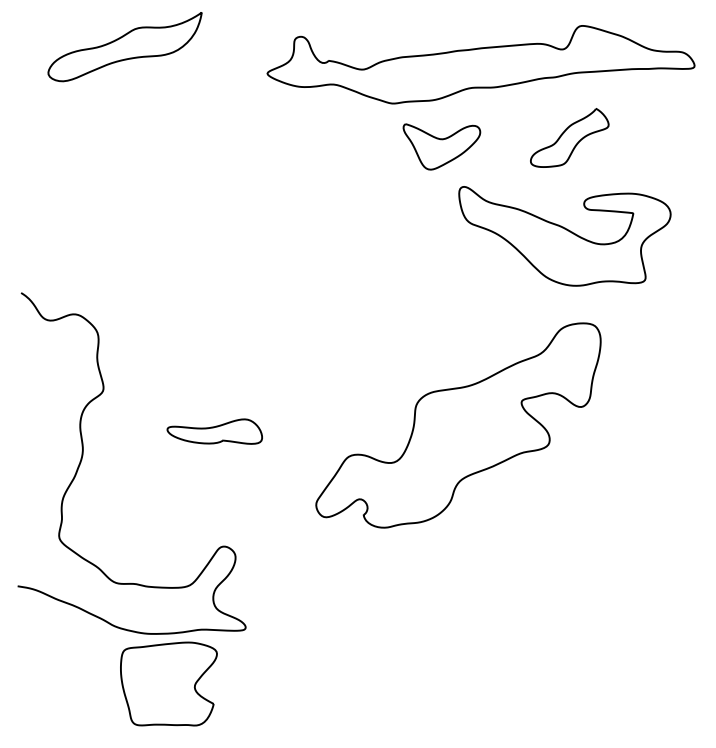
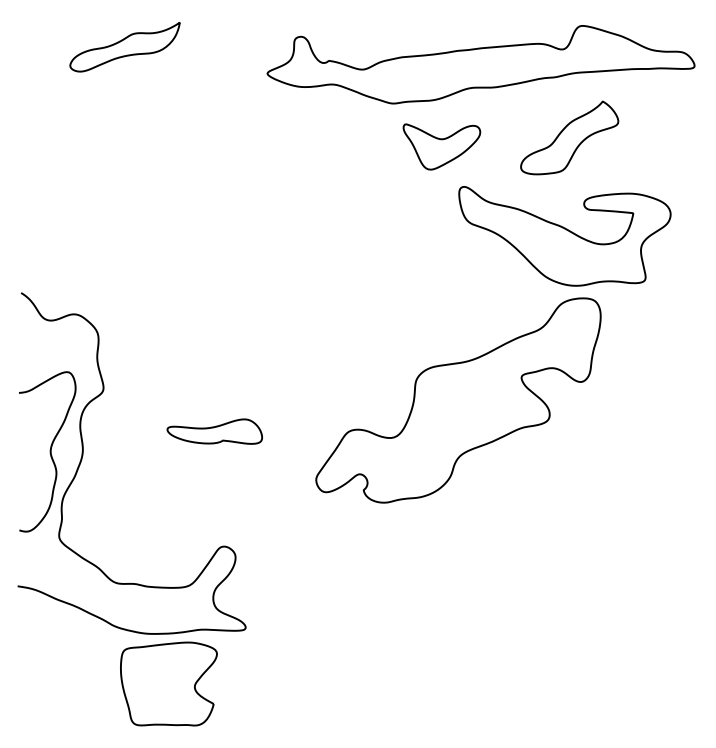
part at (124, 47) size: 156x71 px -> 112x51 px
part at (569, 137) size: 80x60 px -> 100x76 px
part at (458, 425) position: (458, 425) -> (458, 400)
curve at (49, 451): none -> present
